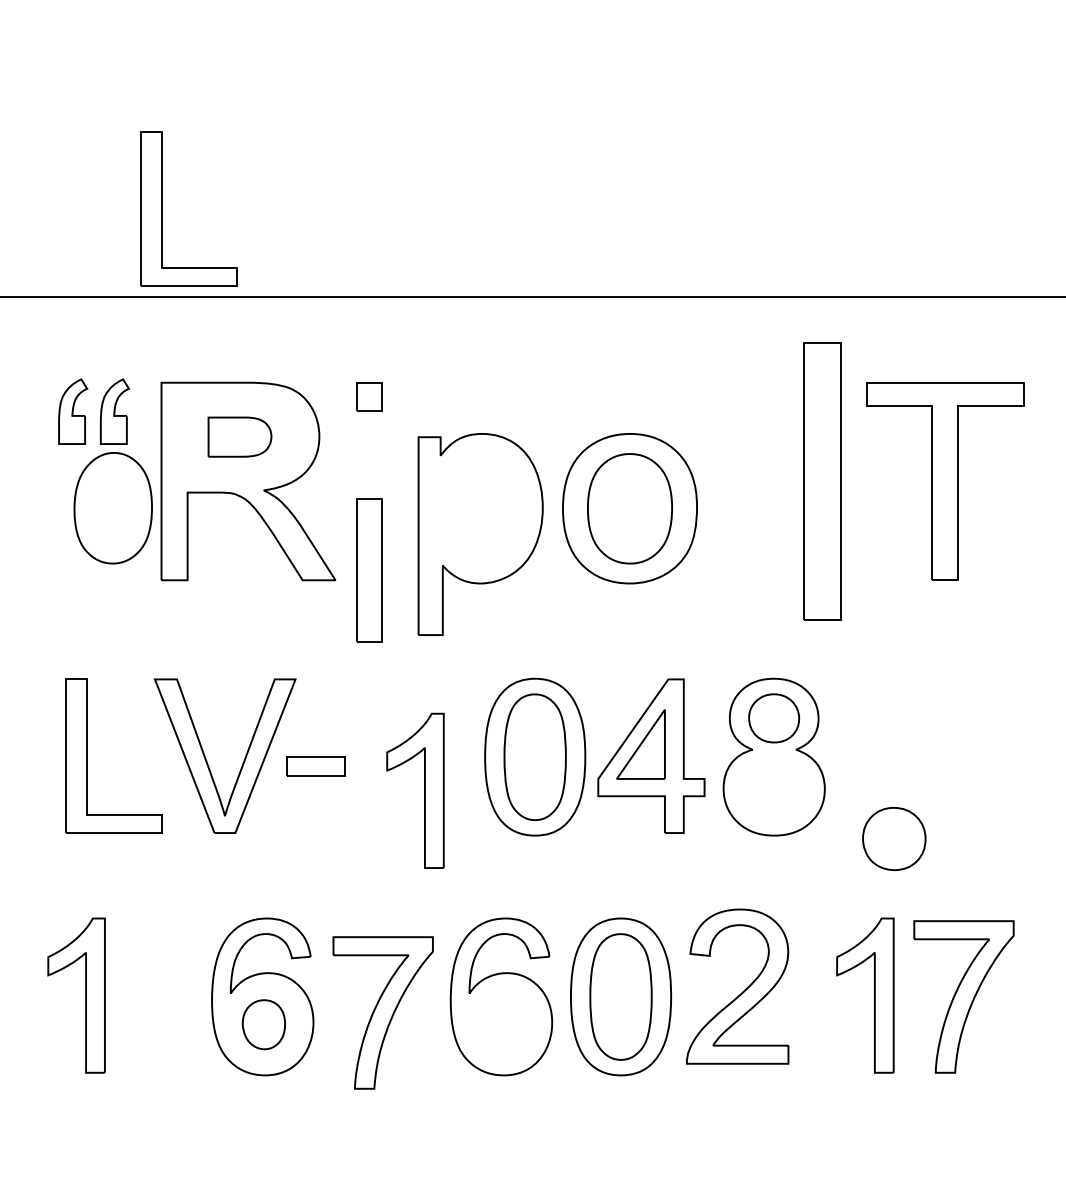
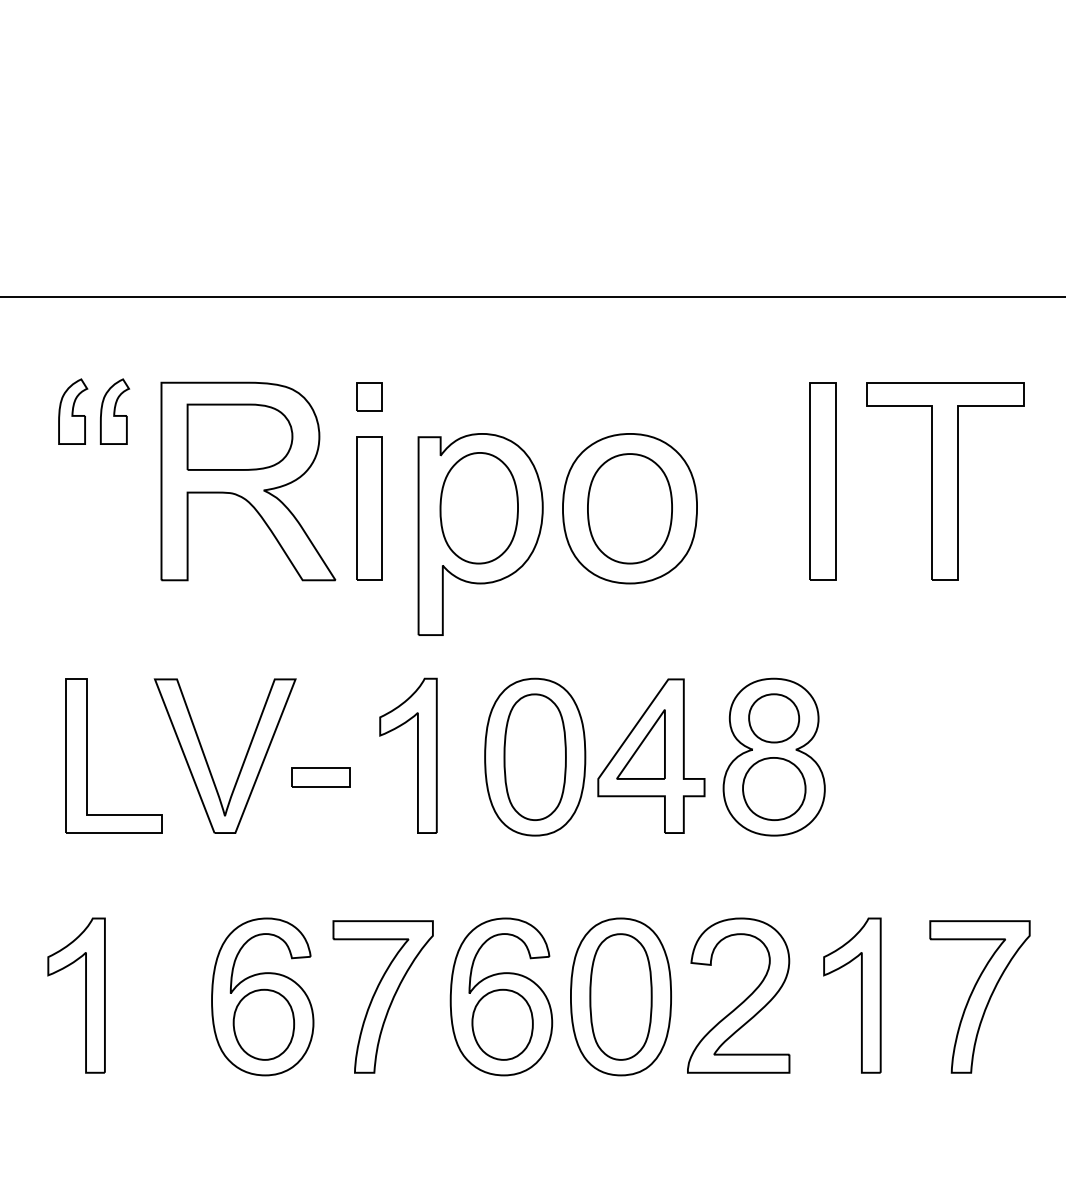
part at (162, 208): present -> none
part at (239, 436) size: 66x42 px -> 108x68 px
part at (822, 481) size: 39x279 px -> 28x199 px
part at (112, 508) position: (112, 508) -> (478, 508)
part at (369, 570) position: (369, 570) -> (369, 508)
part at (315, 766) position: (315, 766) -> (320, 777)
part at (424, 790) position: (424, 790) -> (417, 755)
part at (894, 838) position: (894, 838) -> (774, 788)
part at (742, 991) position: (742, 991) -> (743, 1000)
part at (874, 995) position: (874, 995) -> (861, 995)
part at (963, 996) position: (963, 996) -> (979, 996)
part at (382, 1012) position: (382, 1012) -> (382, 996)
part at (263, 1024) size: 45x52 px -> 64x73 px
part at (502, 1024): none -> present
